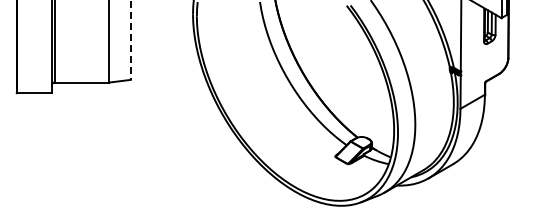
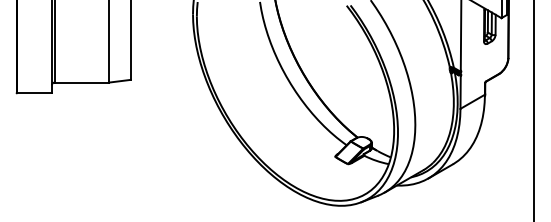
line at (130, 40): dashed -> solid
line at (534, 110): none -> present
